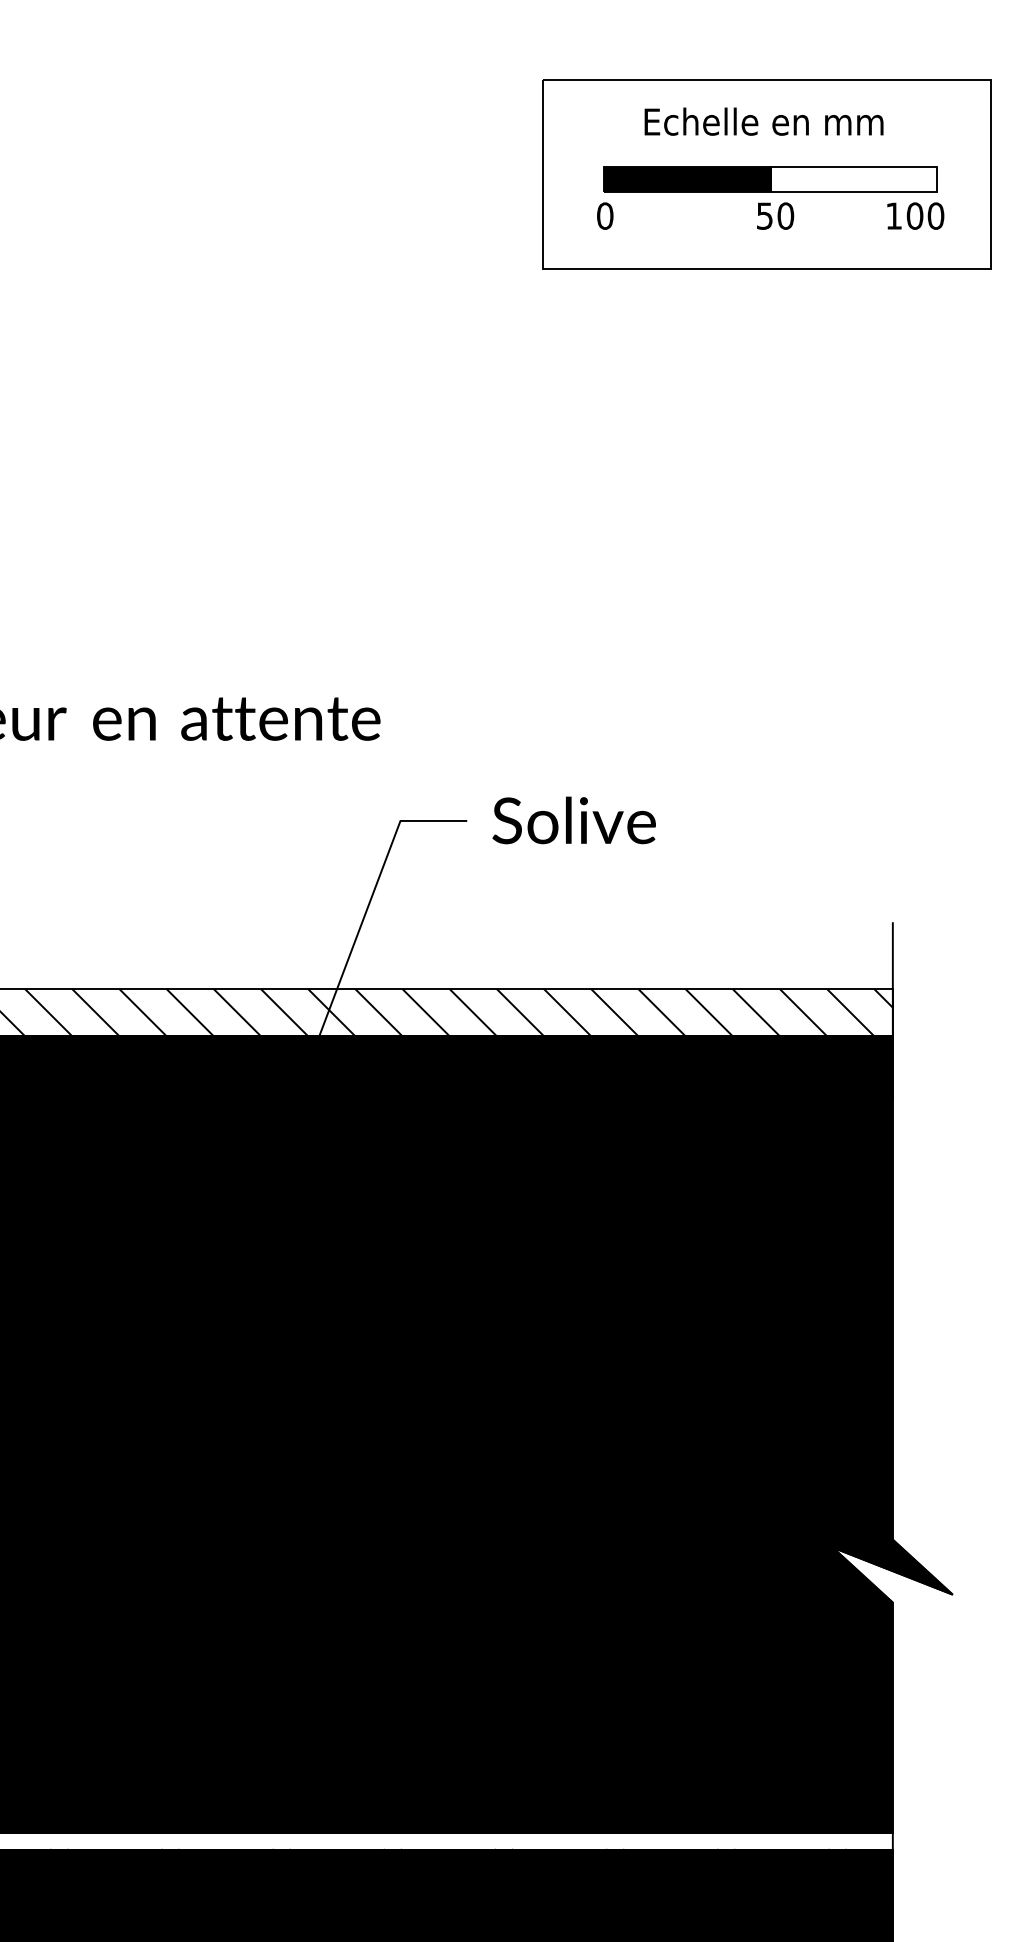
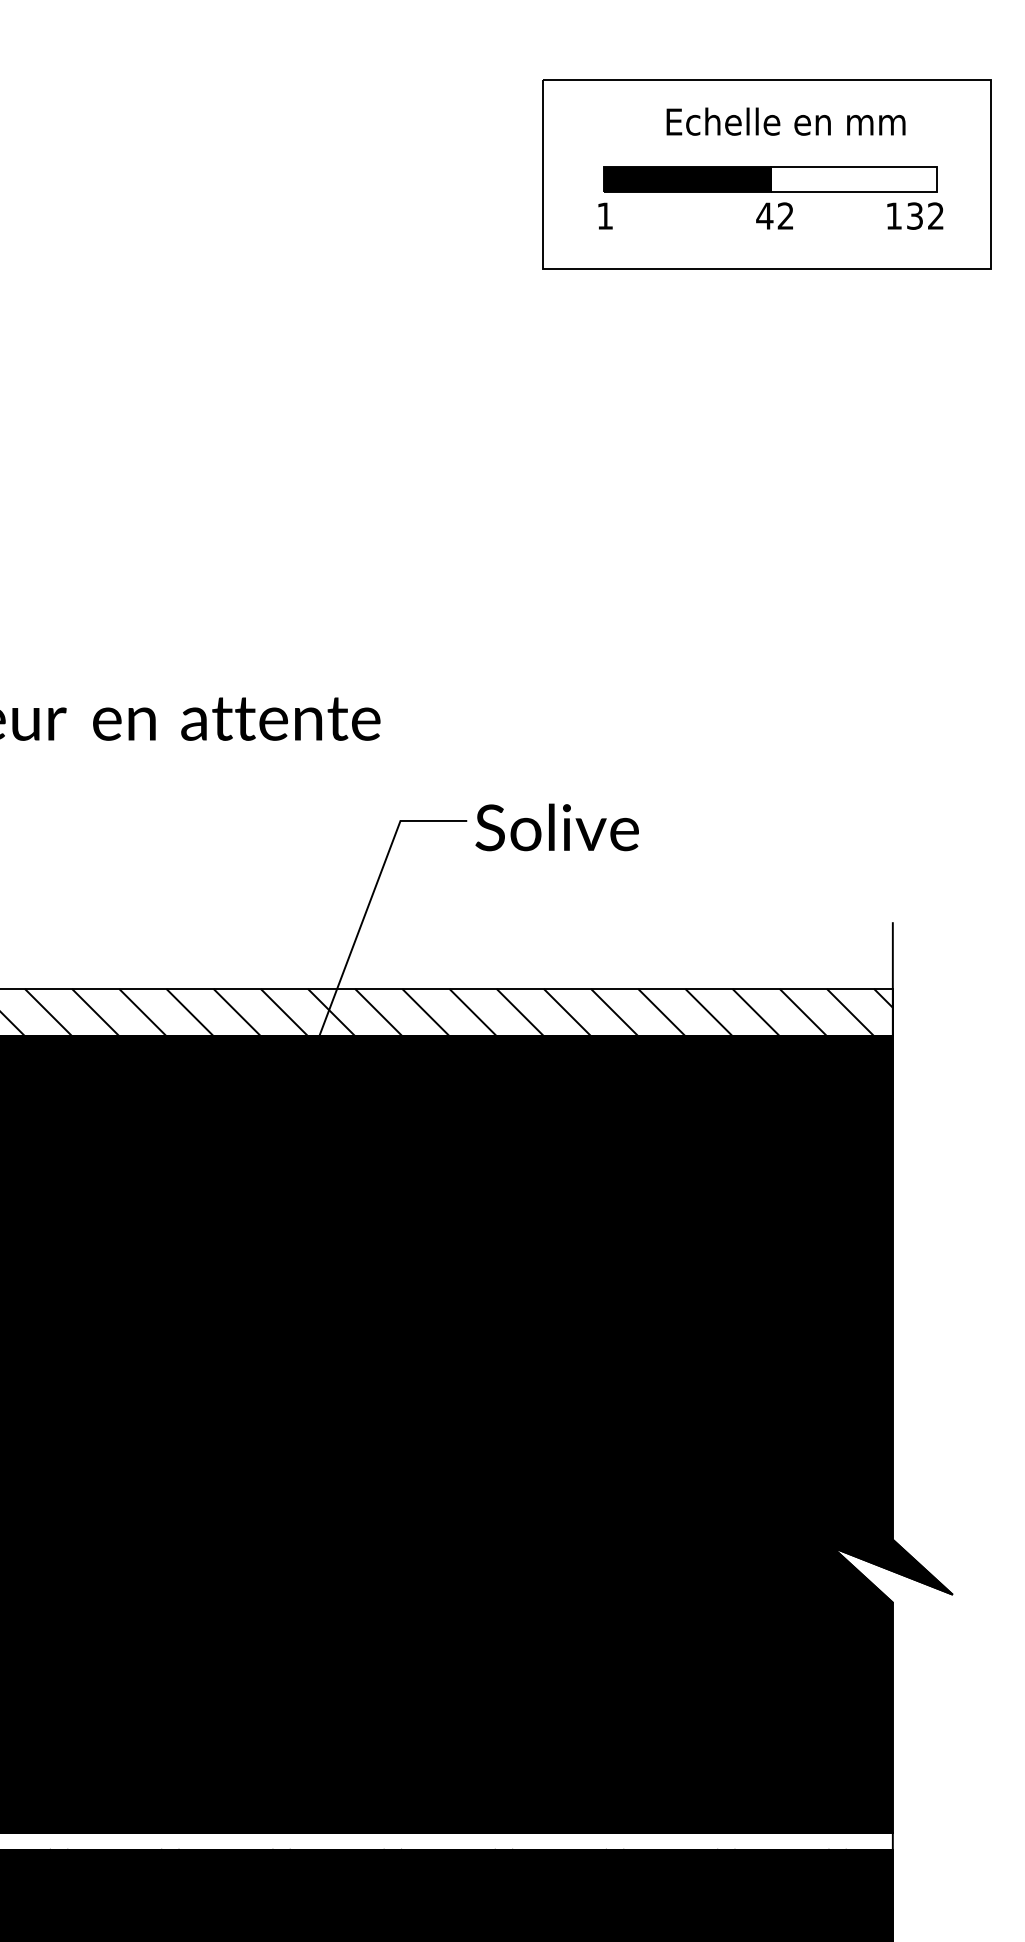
text at (763, 121) position: (763, 121) -> (785, 121)
text at (605, 215): 0 -> 1
text at (775, 215): 50 -> 42
text at (925, 215): 100 -> 132
text at (573, 820) position: (573, 820) -> (556, 827)
